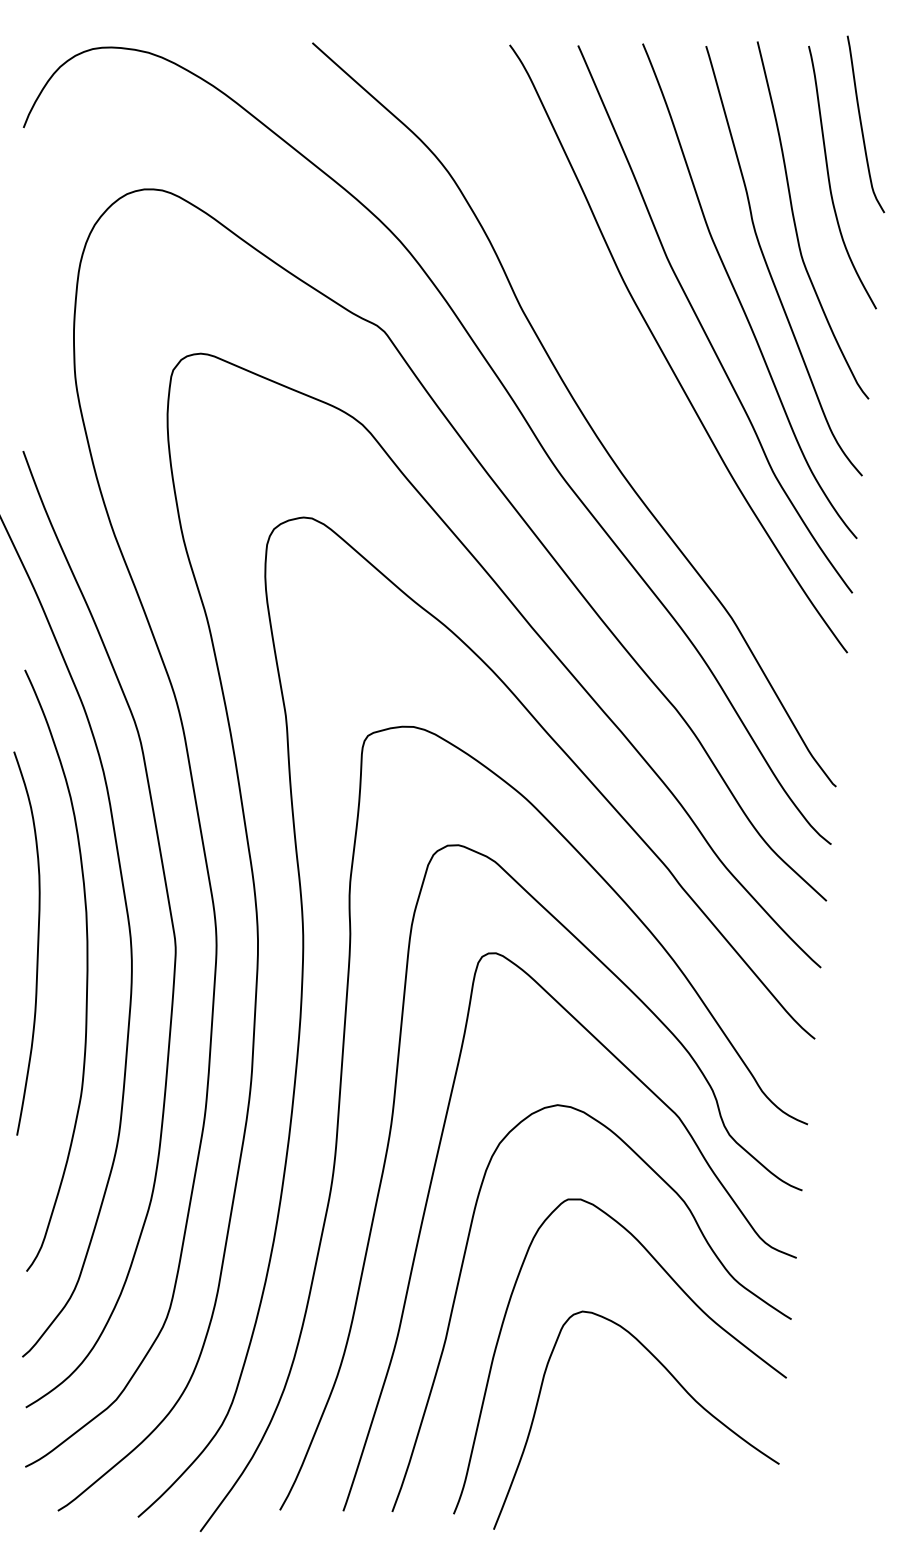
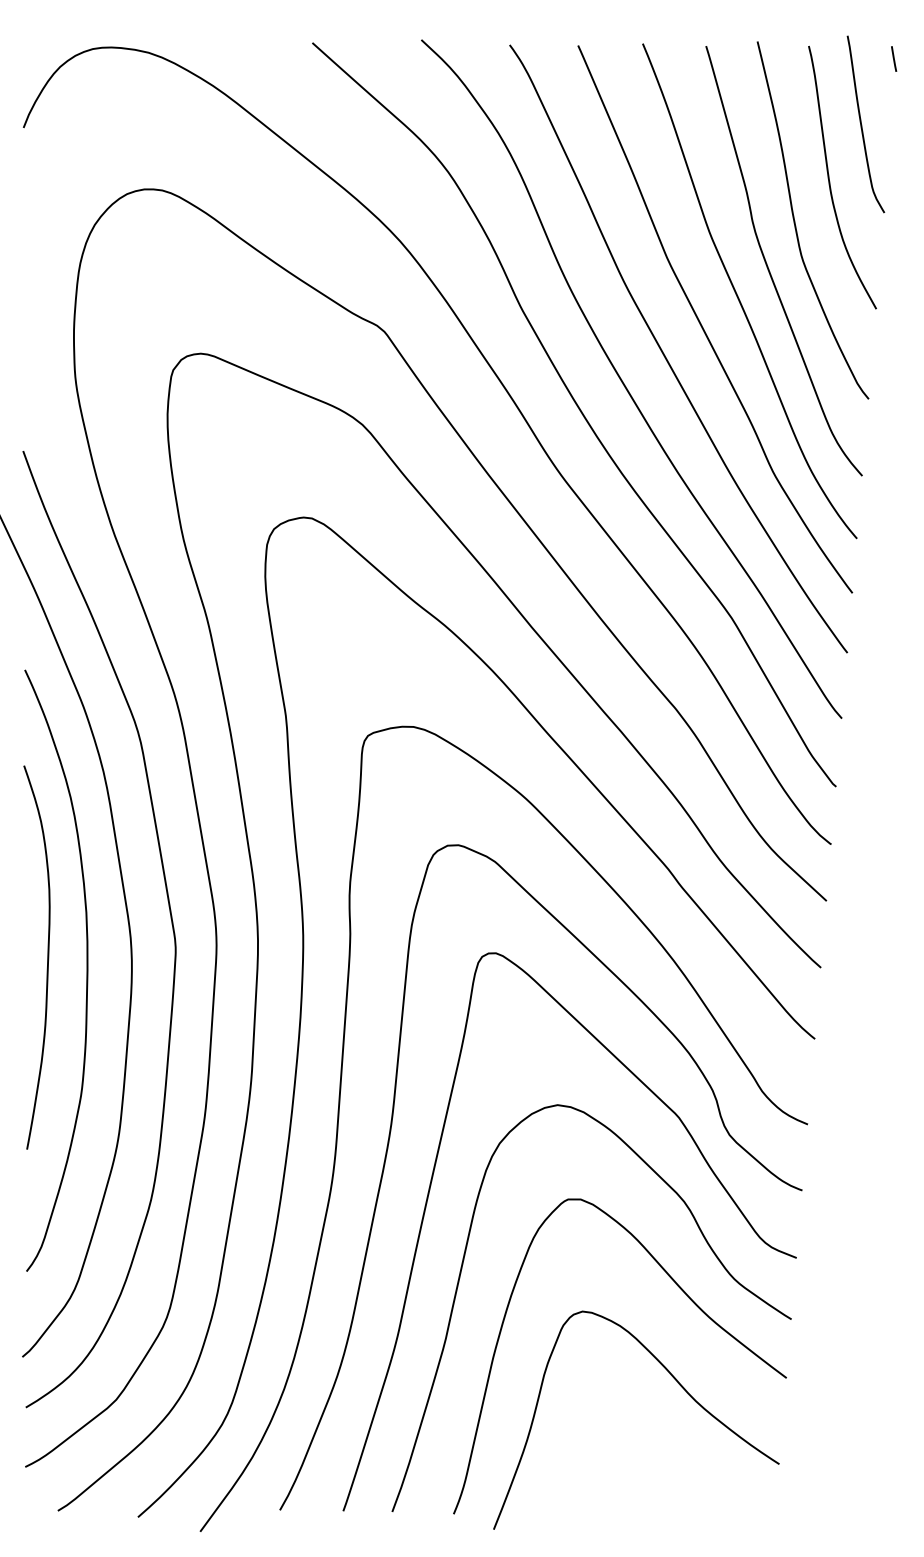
line at (894, 58): none -> present
curve at (623, 381): none -> present
curve at (37, 943) position: (37, 943) -> (47, 957)
